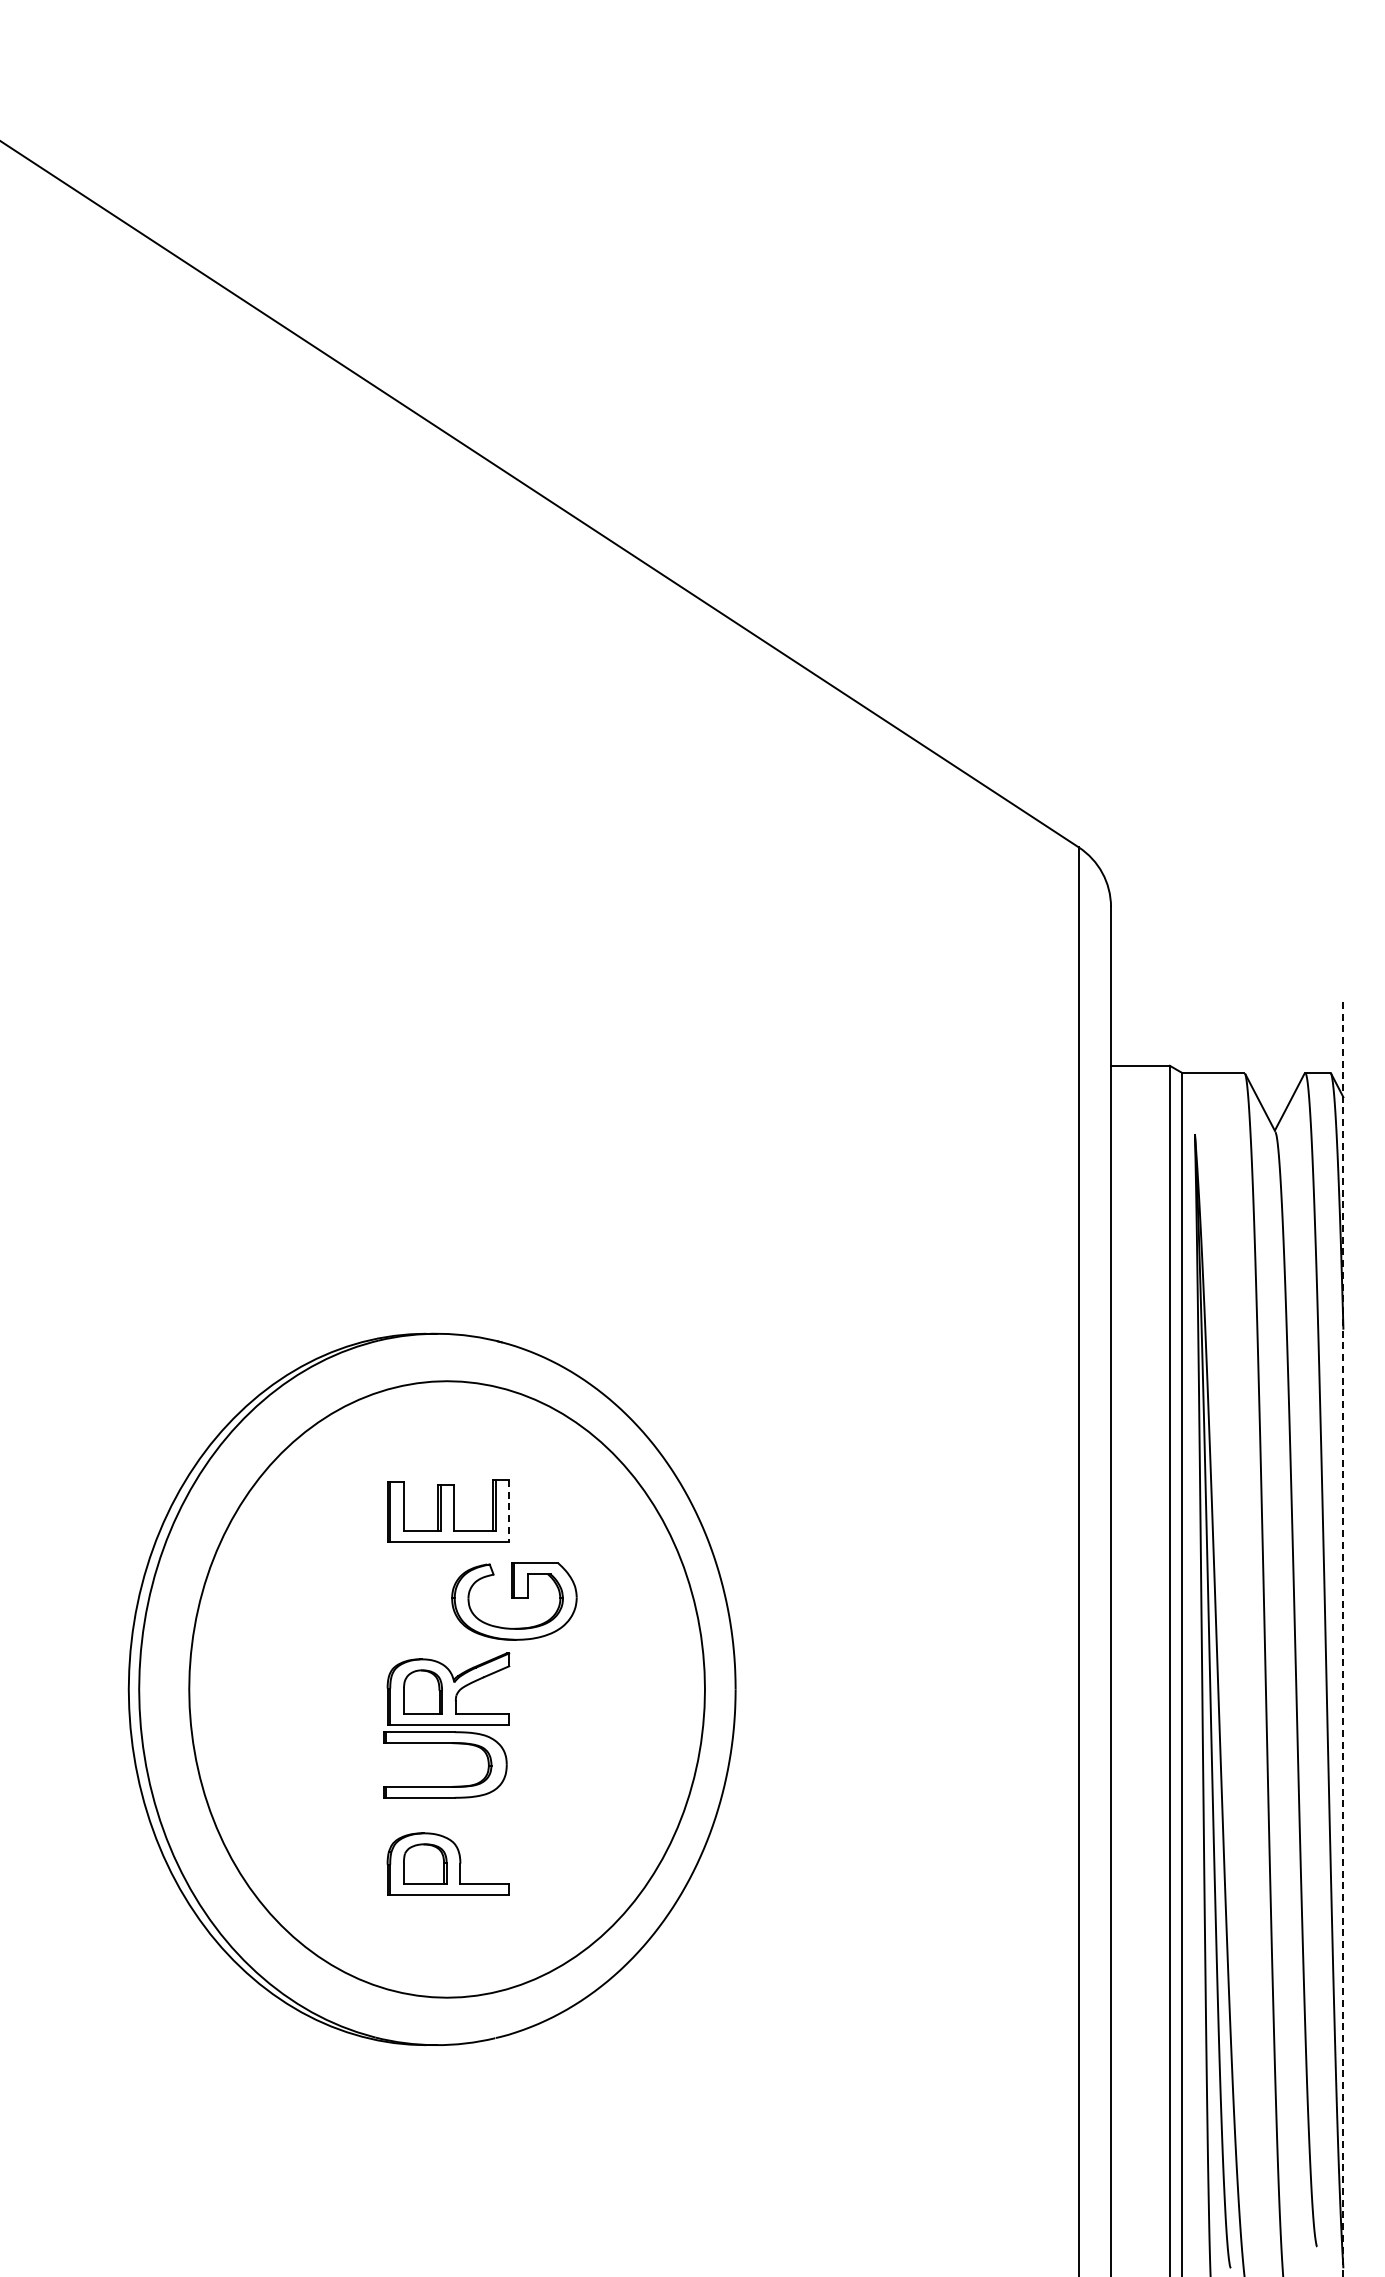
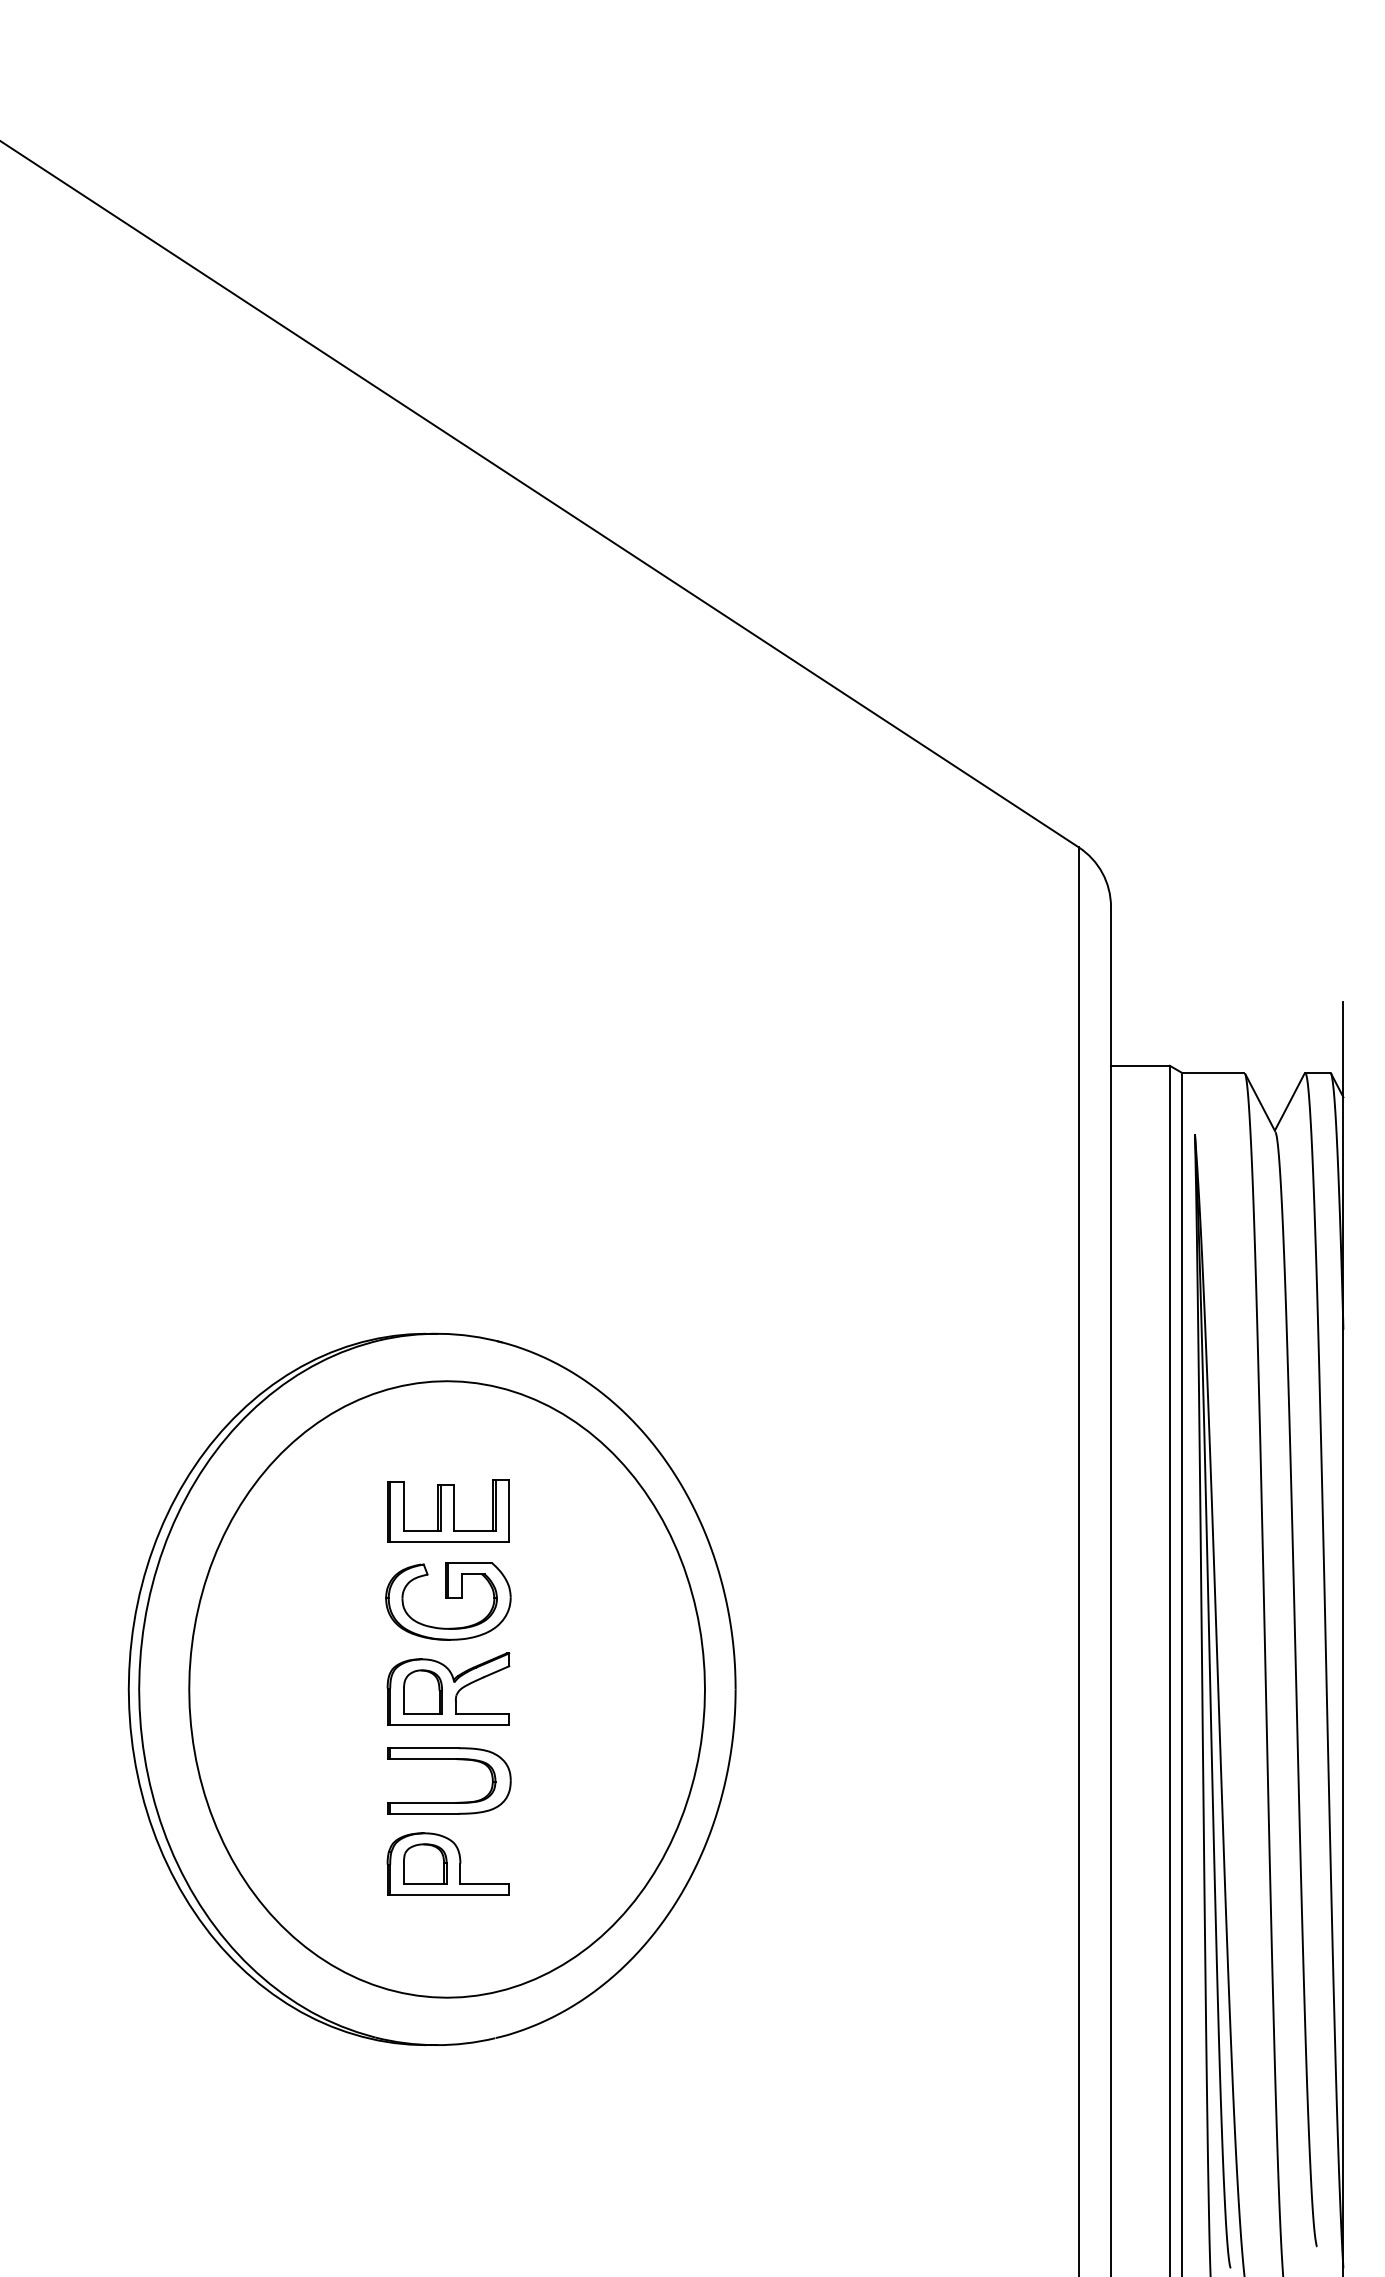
line at (509, 1510): dashed -> solid
part at (514, 1601) position: (514, 1601) -> (448, 1601)
line at (1343, 1639): dashed -> solid
part at (445, 1743) position: (445, 1743) -> (449, 1759)
